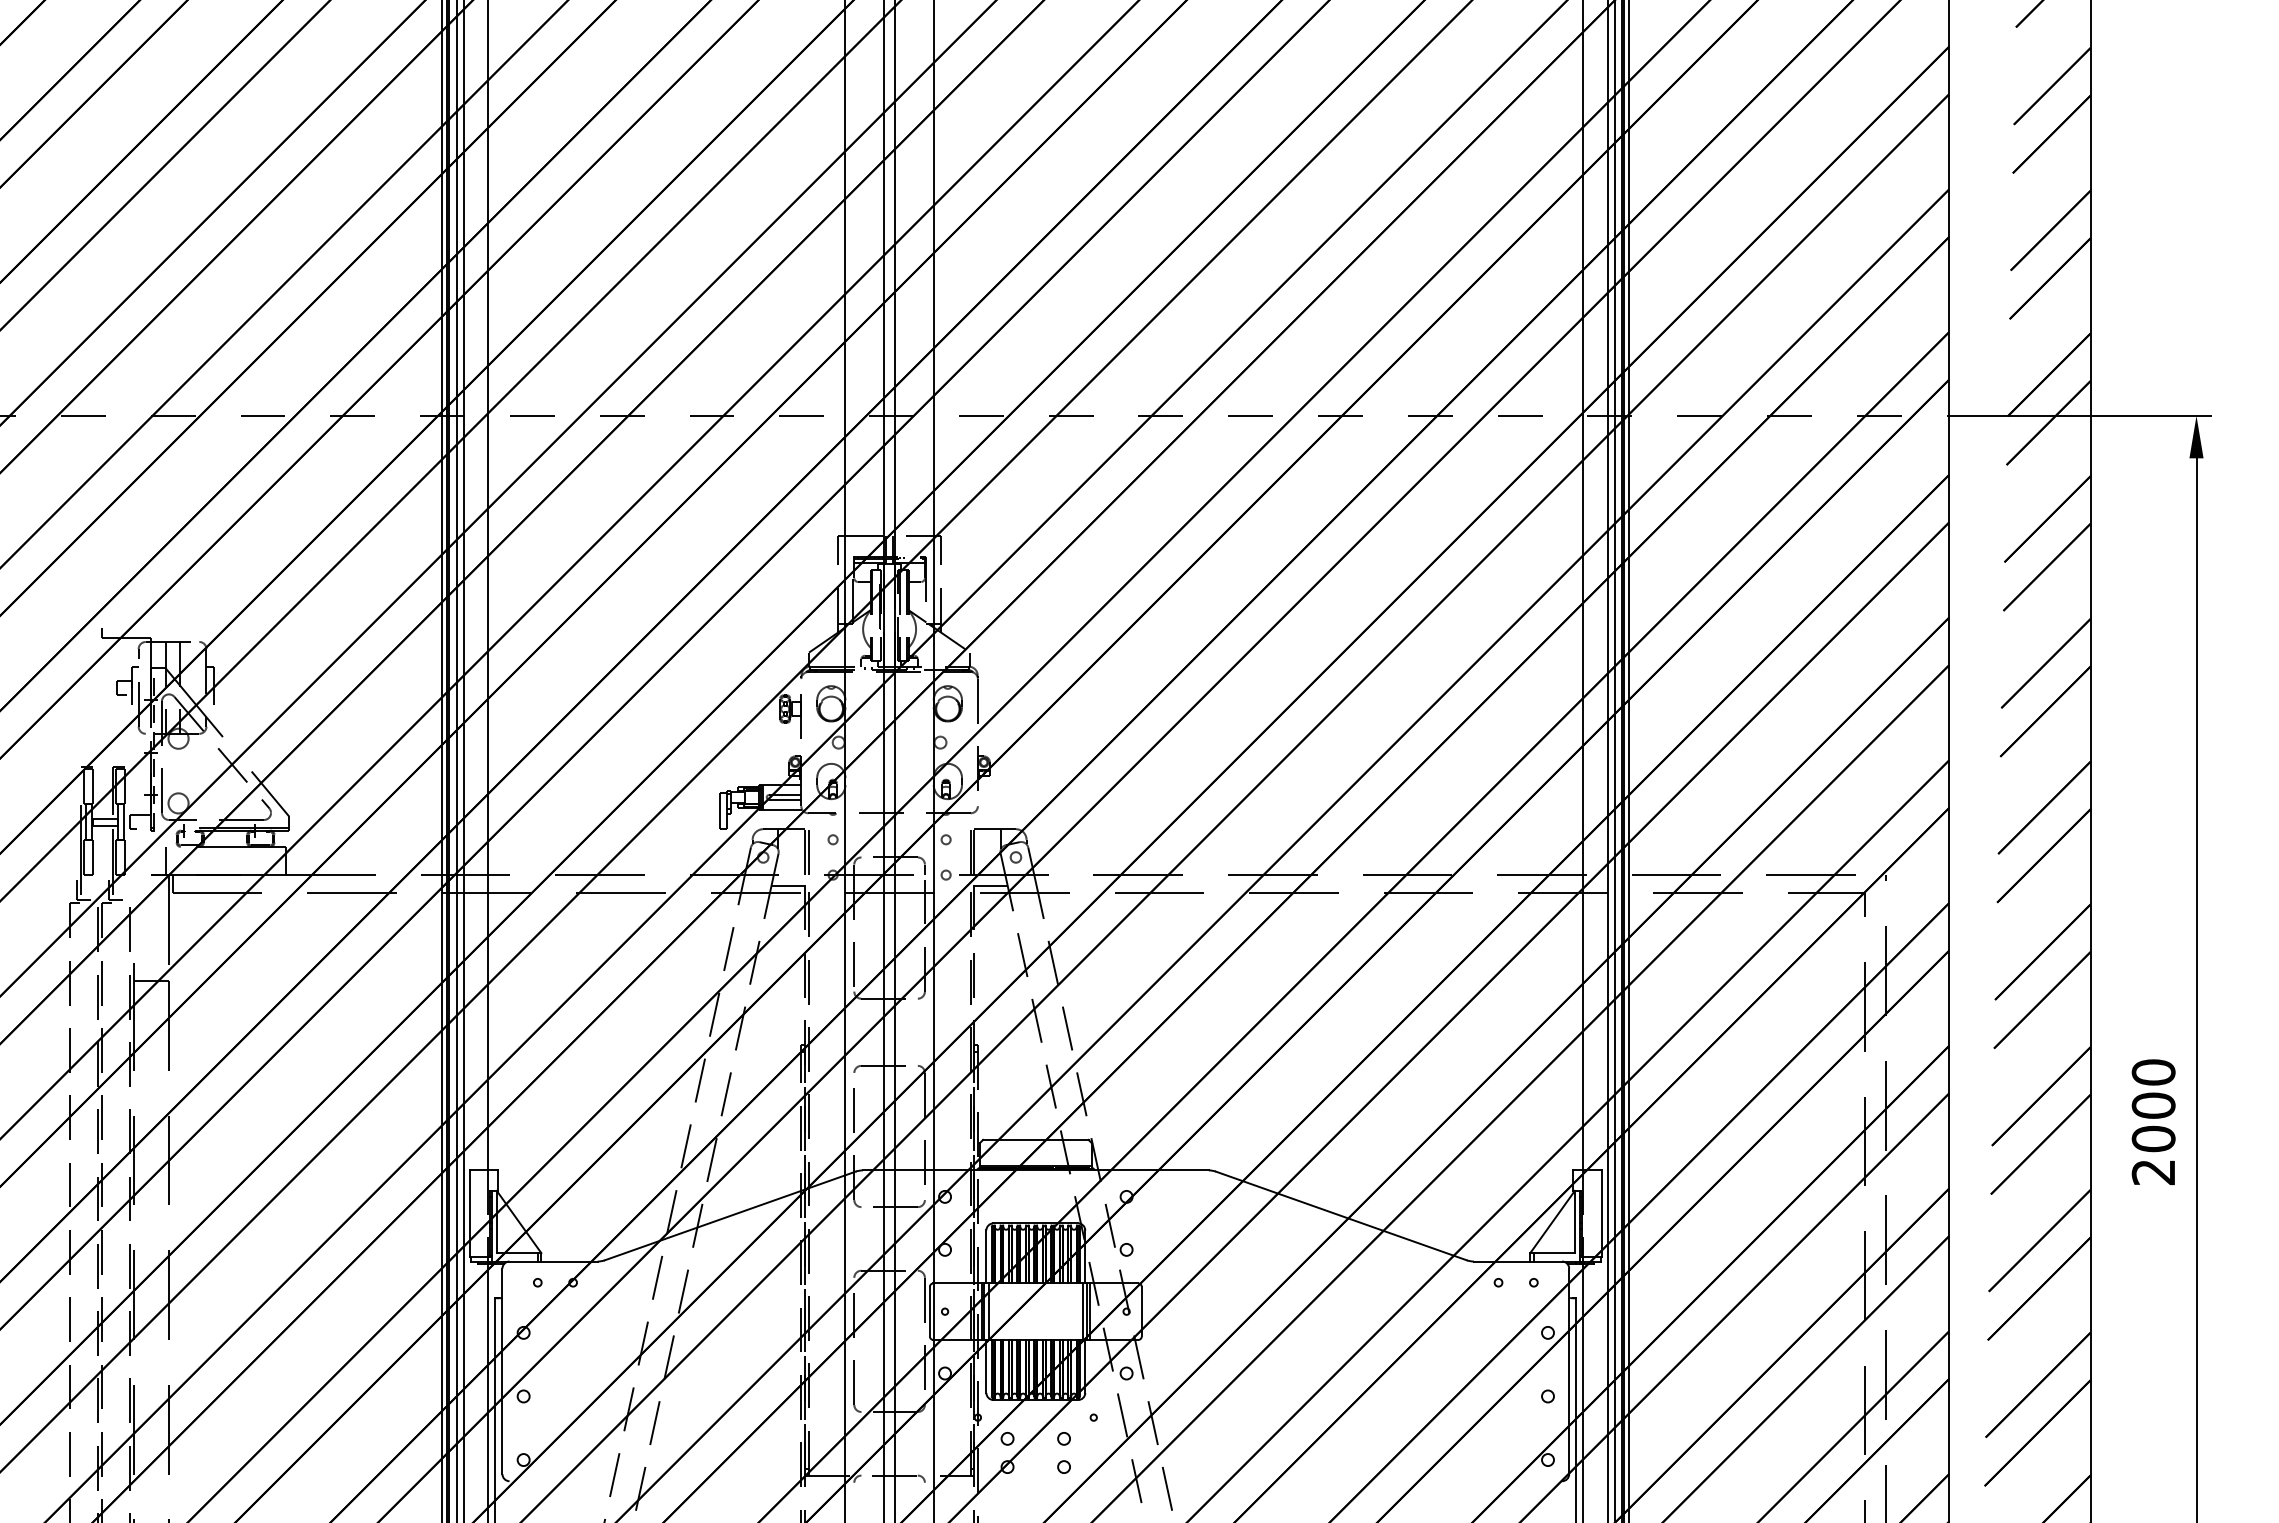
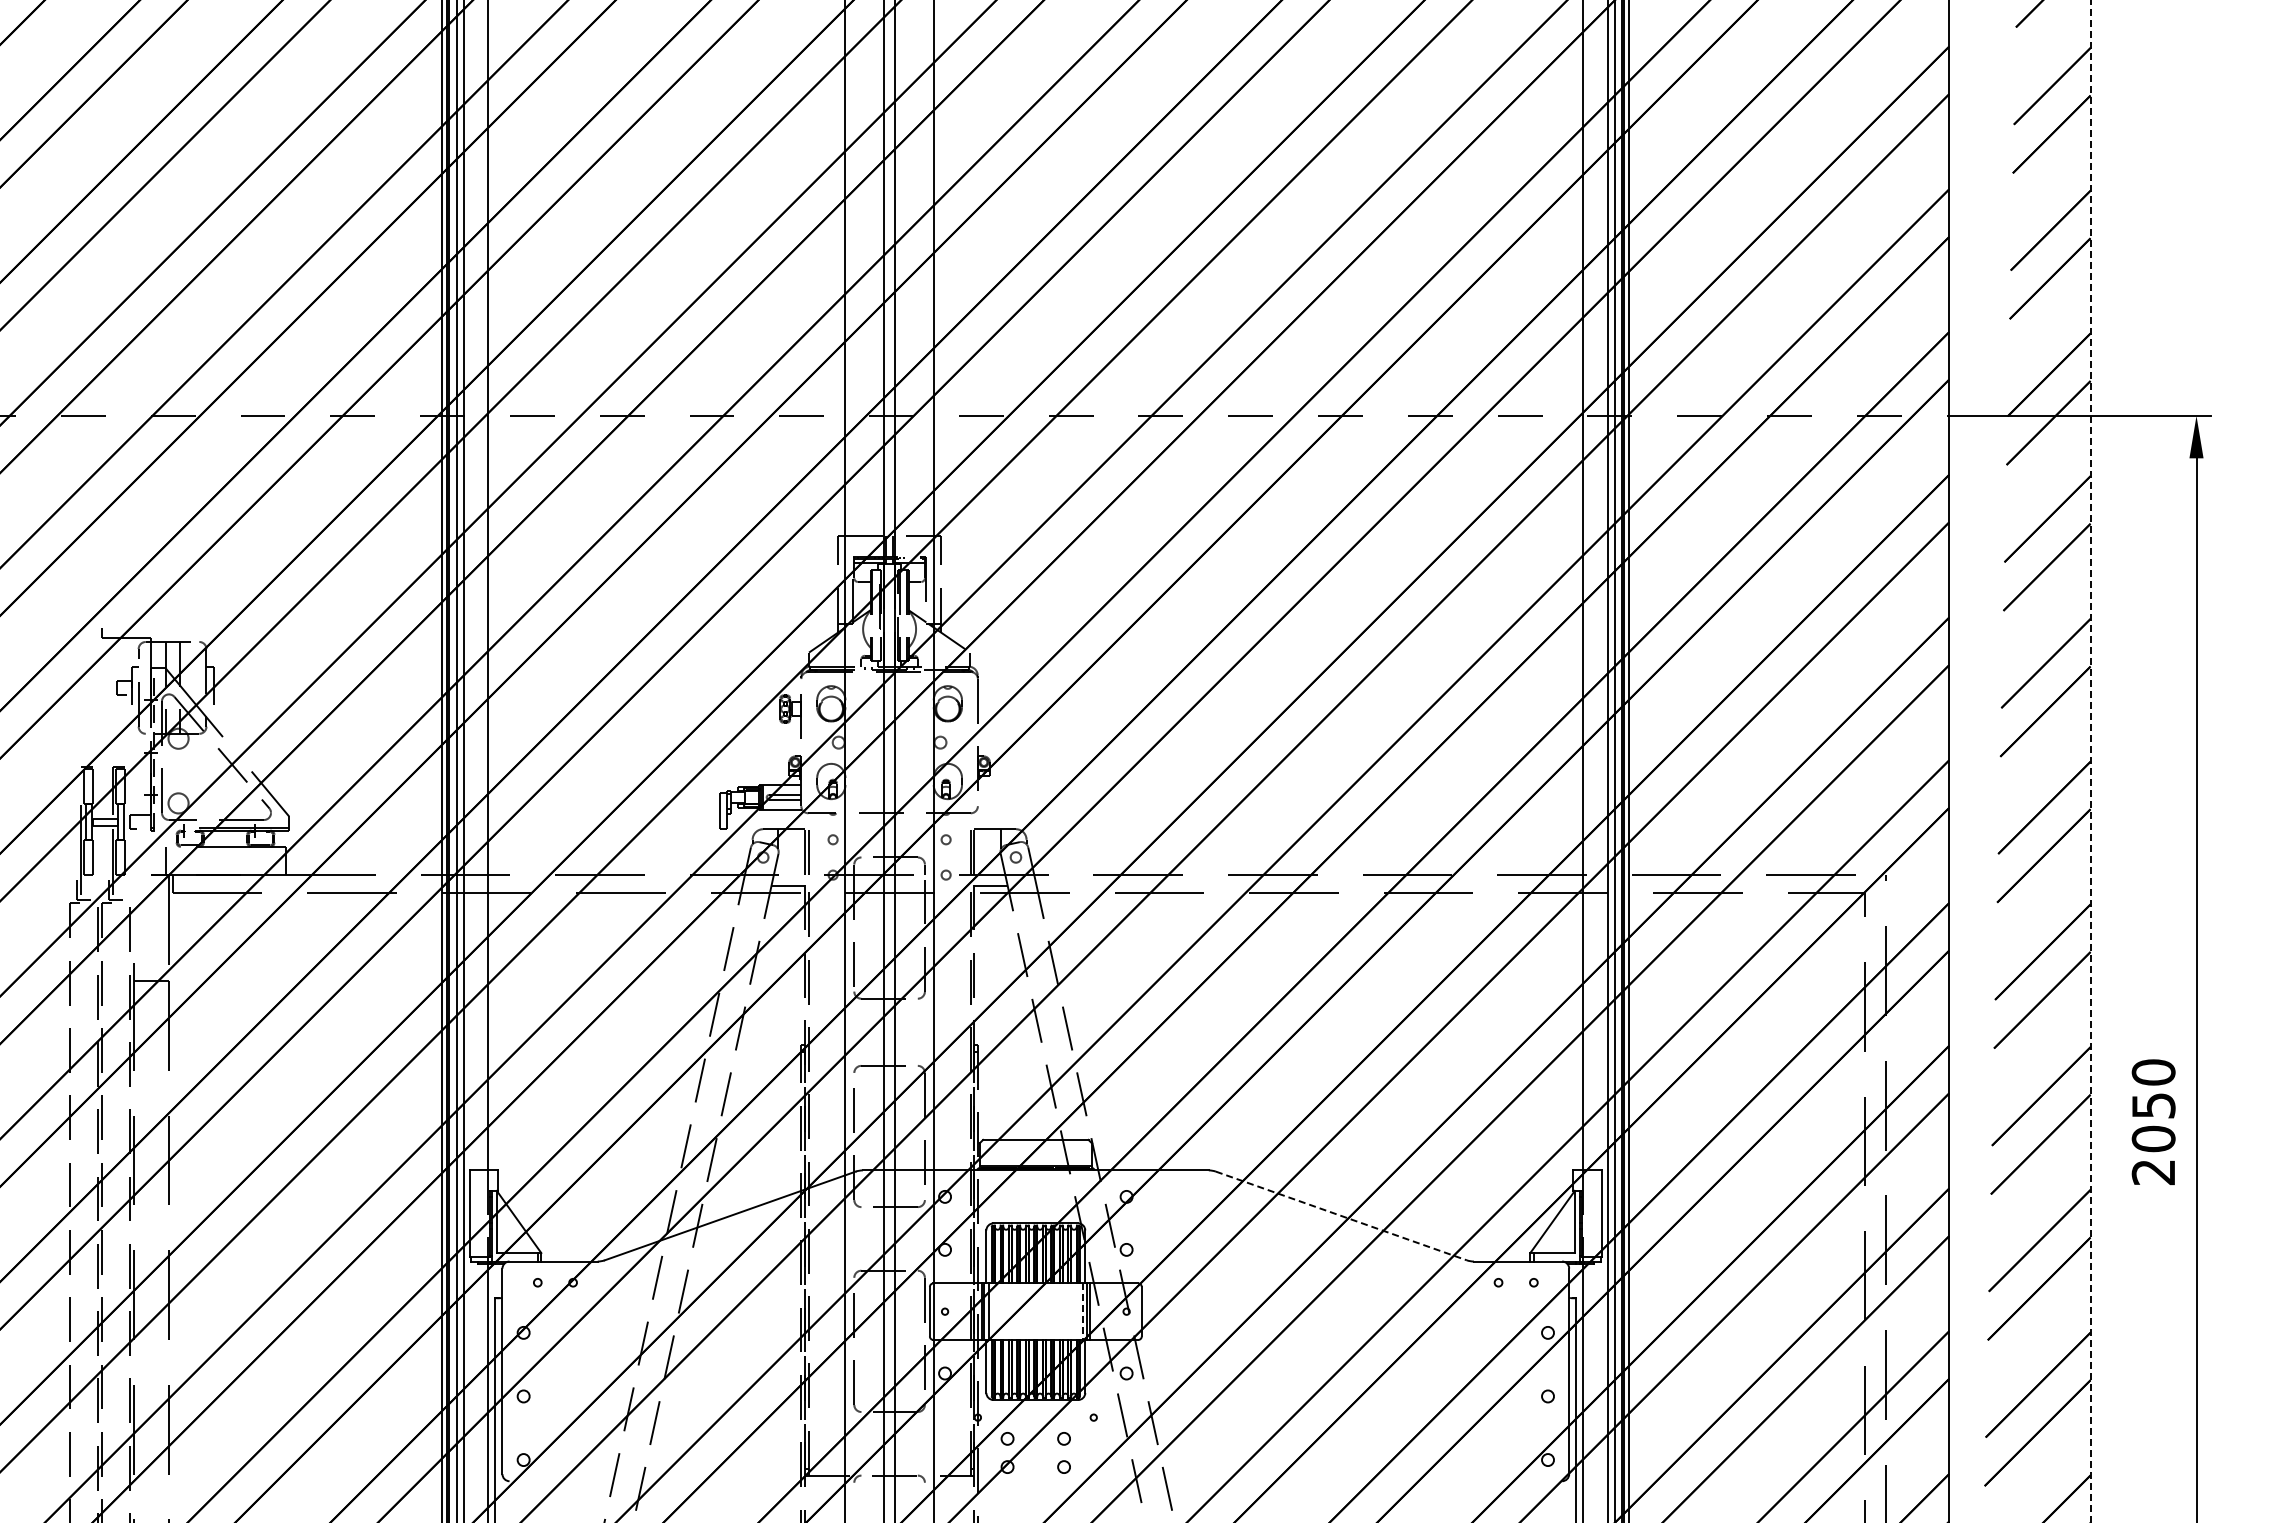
line at (2090, 761): solid -> dashed
text at (2153, 1105): 2000 -> 2050
line at (1341, 1216): solid -> dashed
line at (1082, 1312): solid -> dashed
